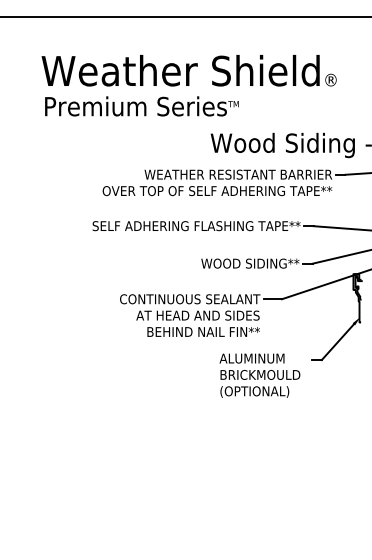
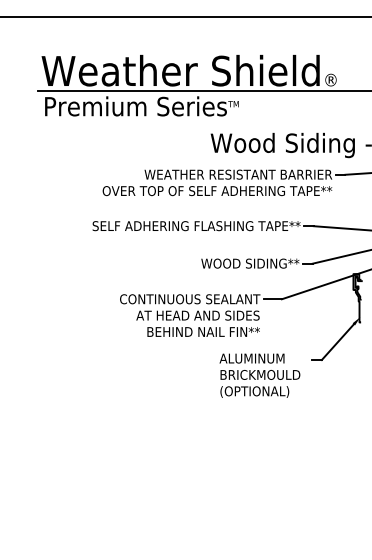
line at (202, 91): none -> present
